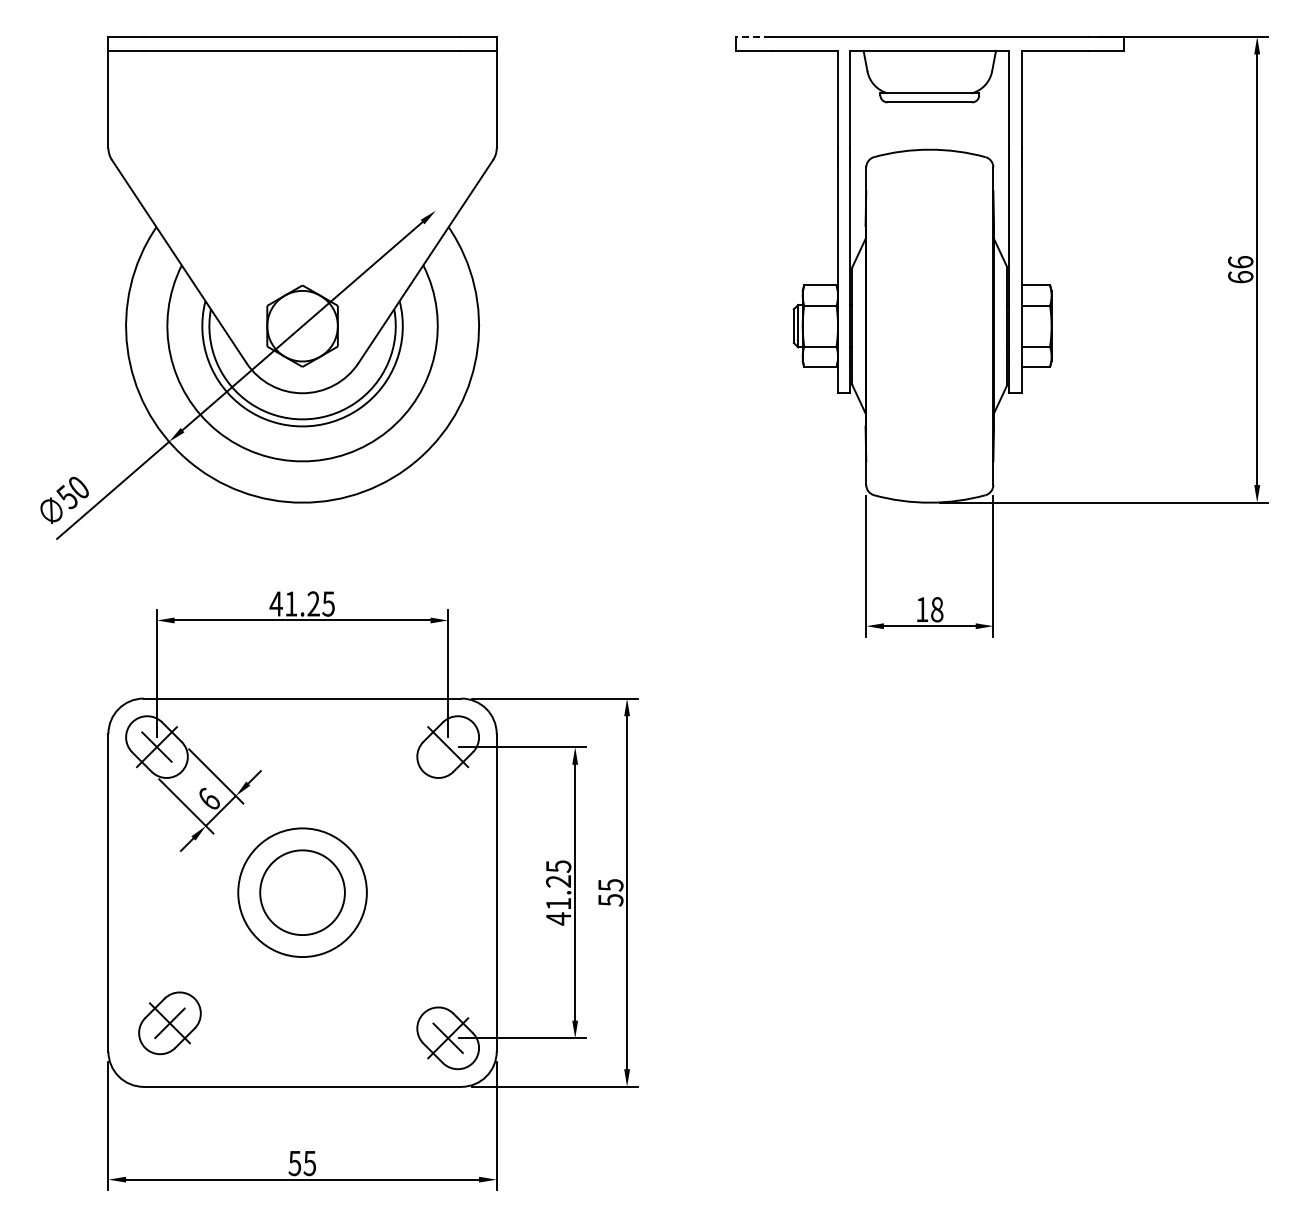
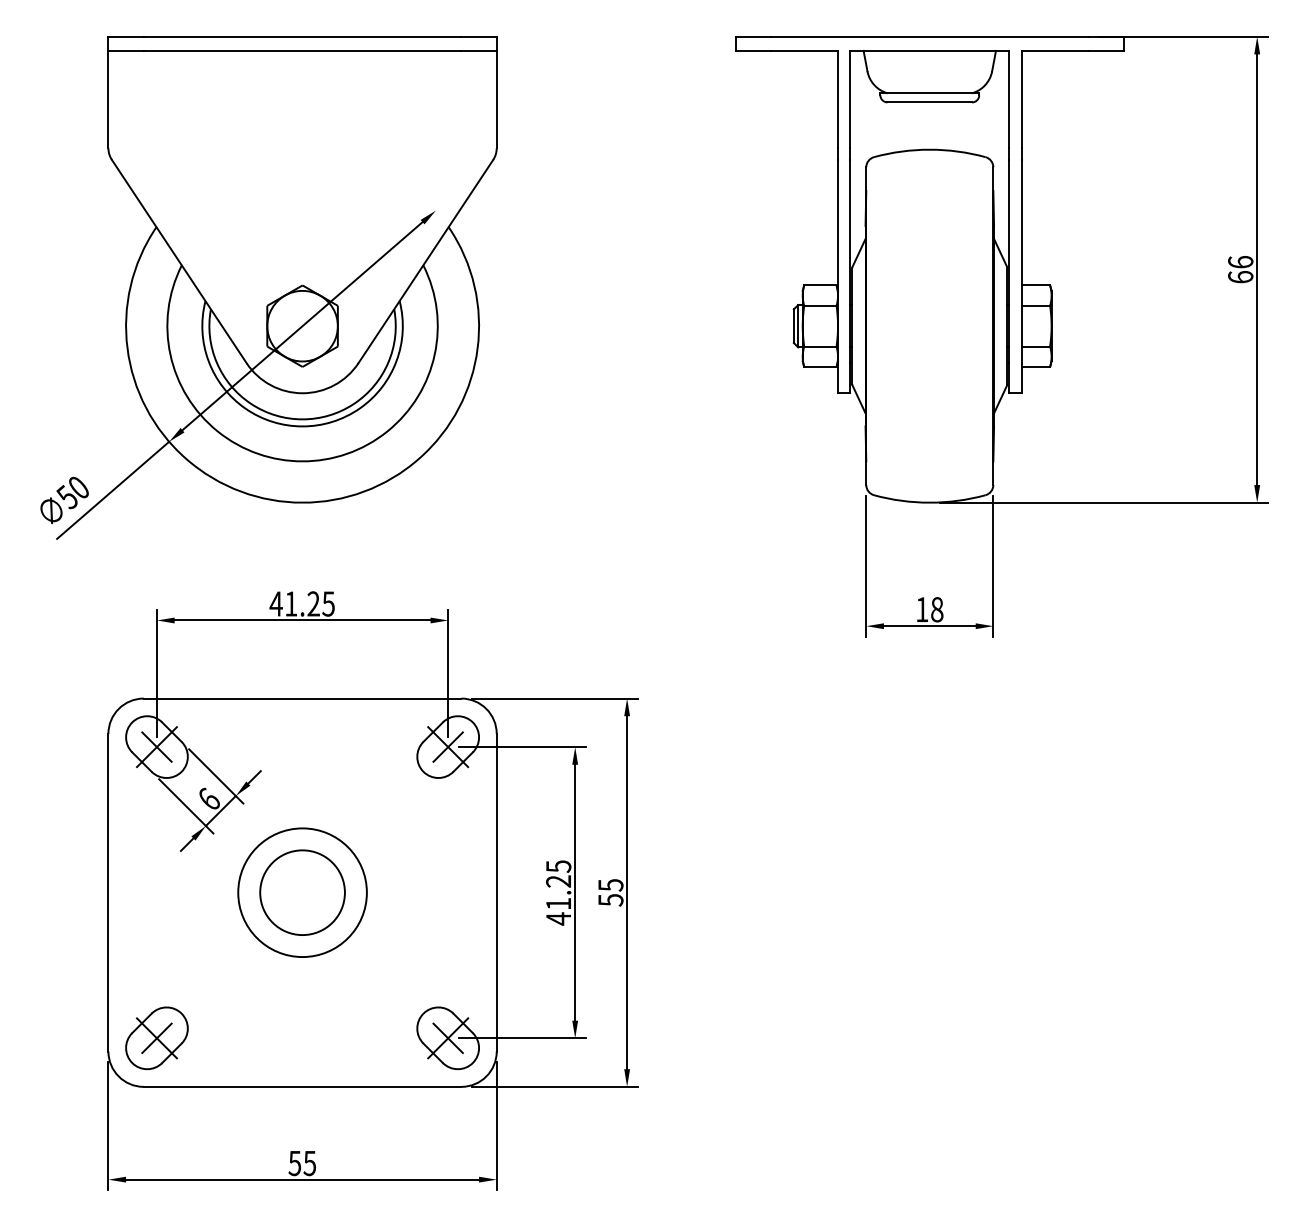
line at (753, 36): dashed -> solid
line at (447, 746): none -> present
part at (169, 1022) position: (169, 1022) -> (156, 1037)
